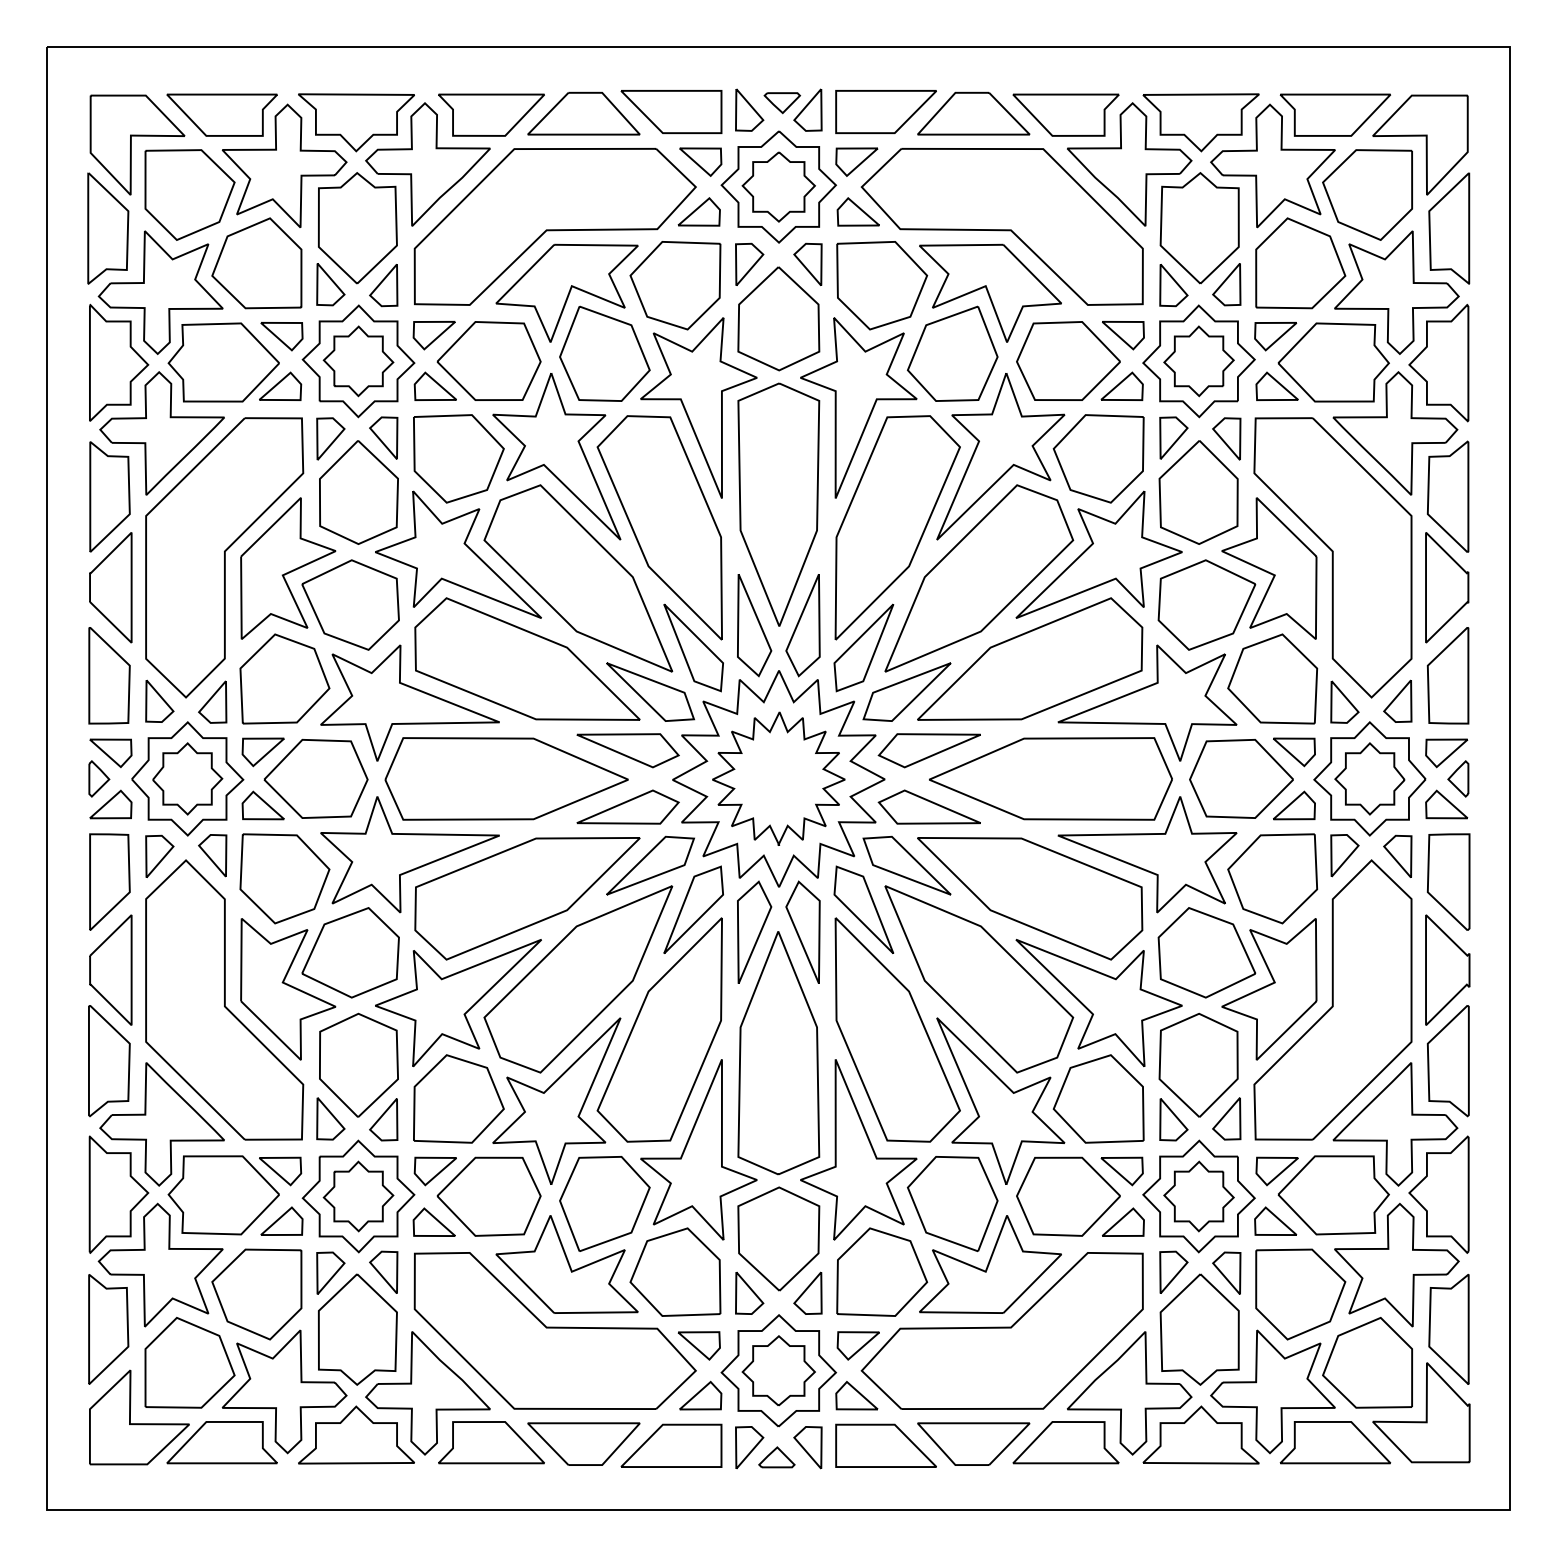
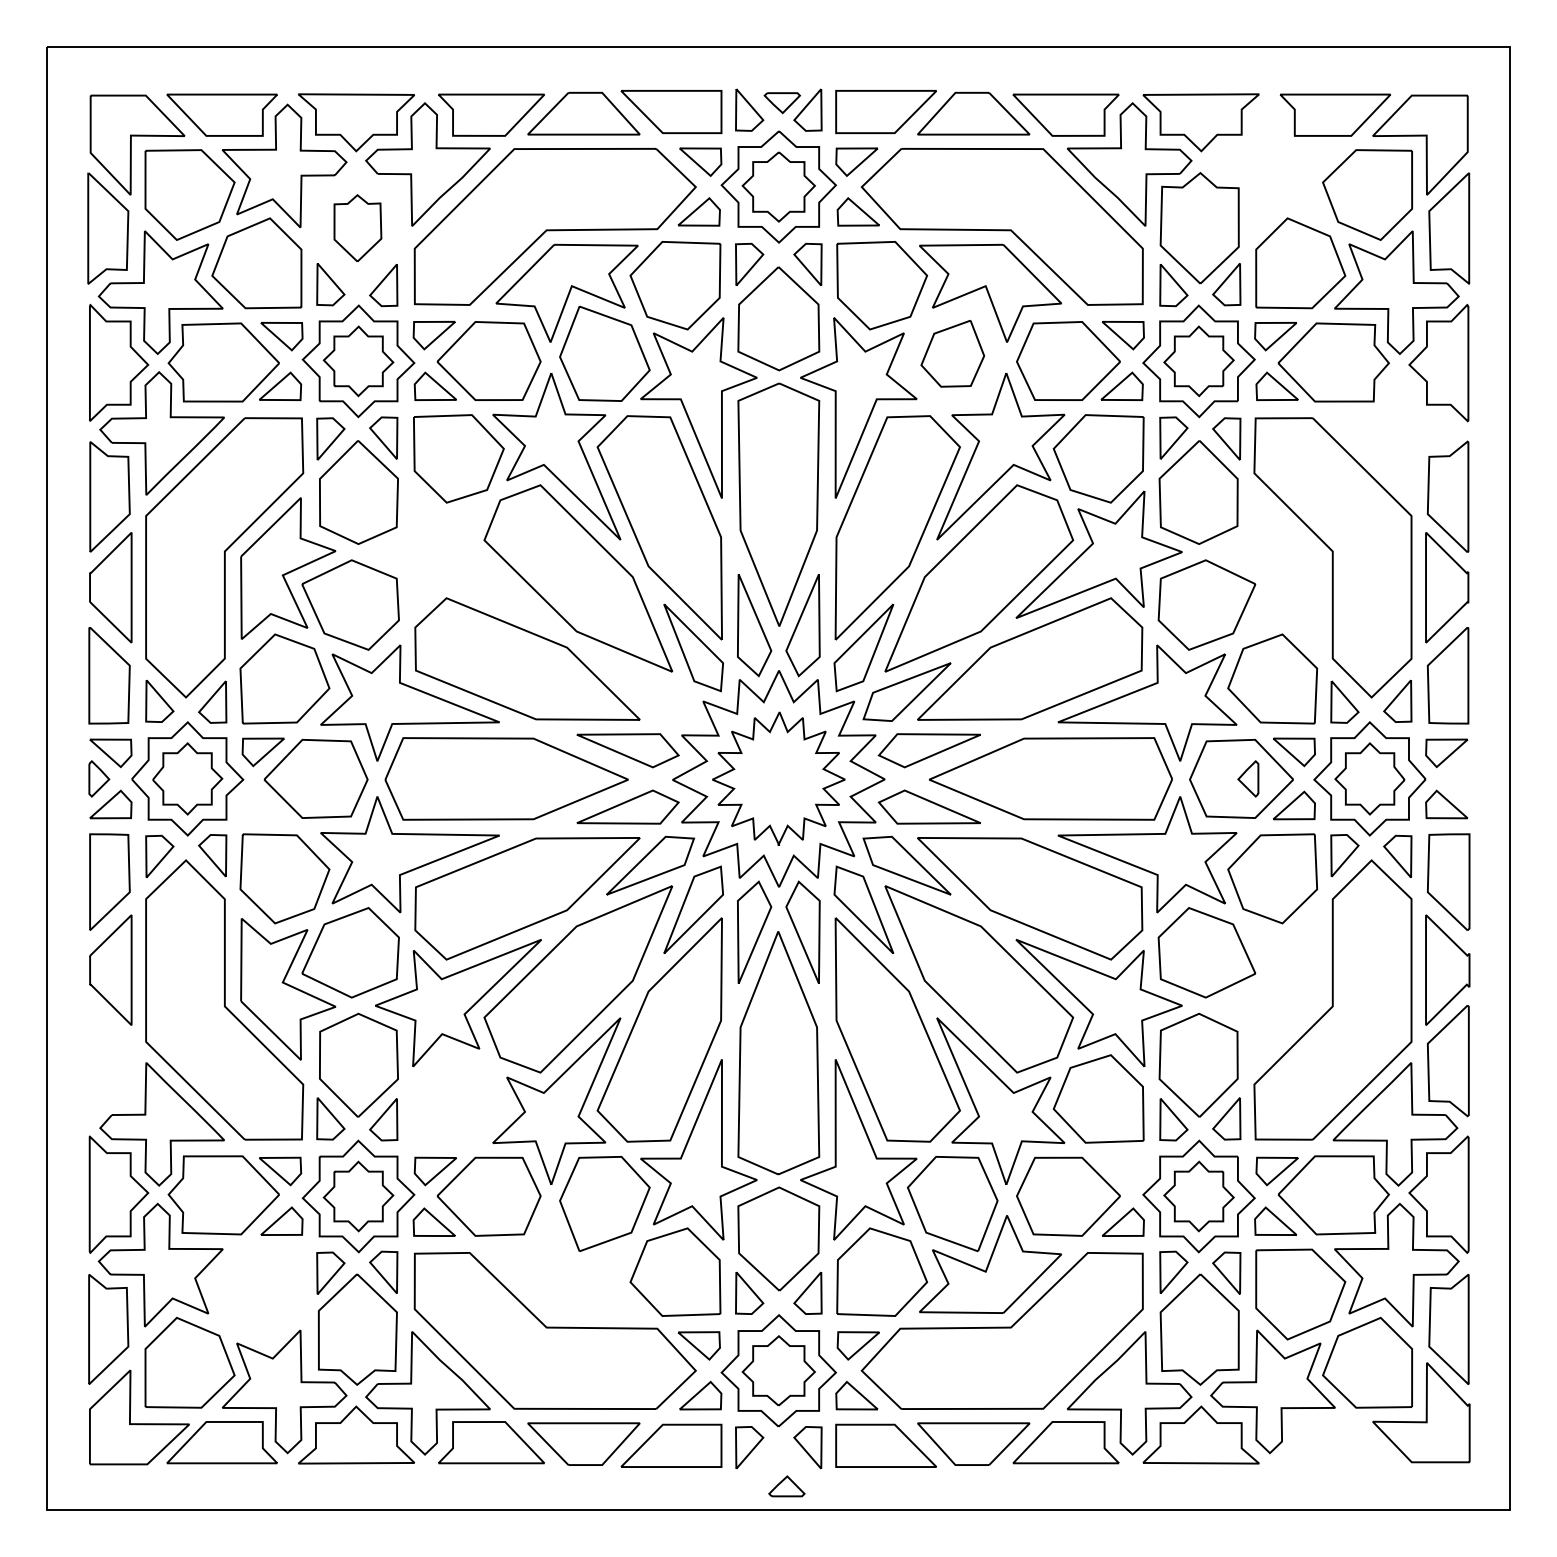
part at (1272, 165): present -> none
part at (357, 228) size: 80x113 px -> 50x68 px
part at (952, 353) size: 92x97 px -> 66x68 px
part at (1395, 433): present -> none
part at (458, 554): present -> none
part at (1269, 568): present -> none
part at (650, 691): present -> none
part at (1458, 778) position: (1458, 778) -> (1248, 778)
part at (262, 805): present -> none
part at (1269, 989): present -> none
part at (109, 1061): present -> none
part at (458, 1098): present -> none
part at (1121, 1171): present -> none
part at (566, 1264): present -> none
part at (256, 1294): present -> none
part at (1335, 1442): present -> none
part at (776, 1457) position: (776, 1457) -> (786, 1486)
